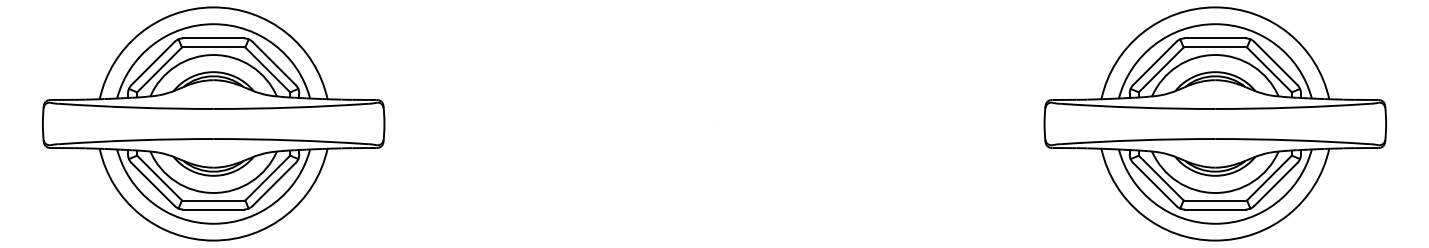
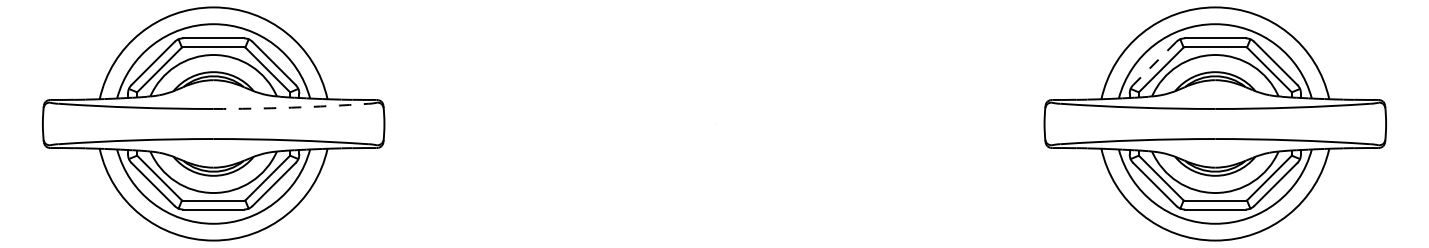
line at (1154, 63): solid -> dashed
arc at (291, 107): solid -> dashed
